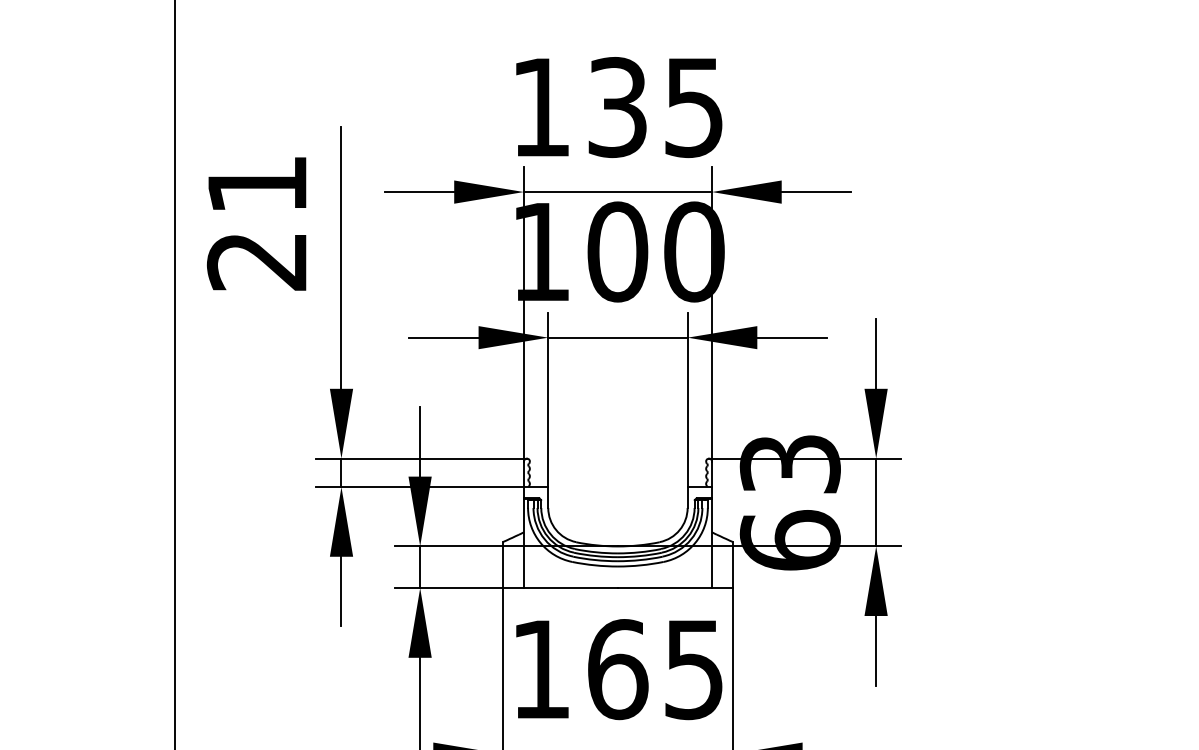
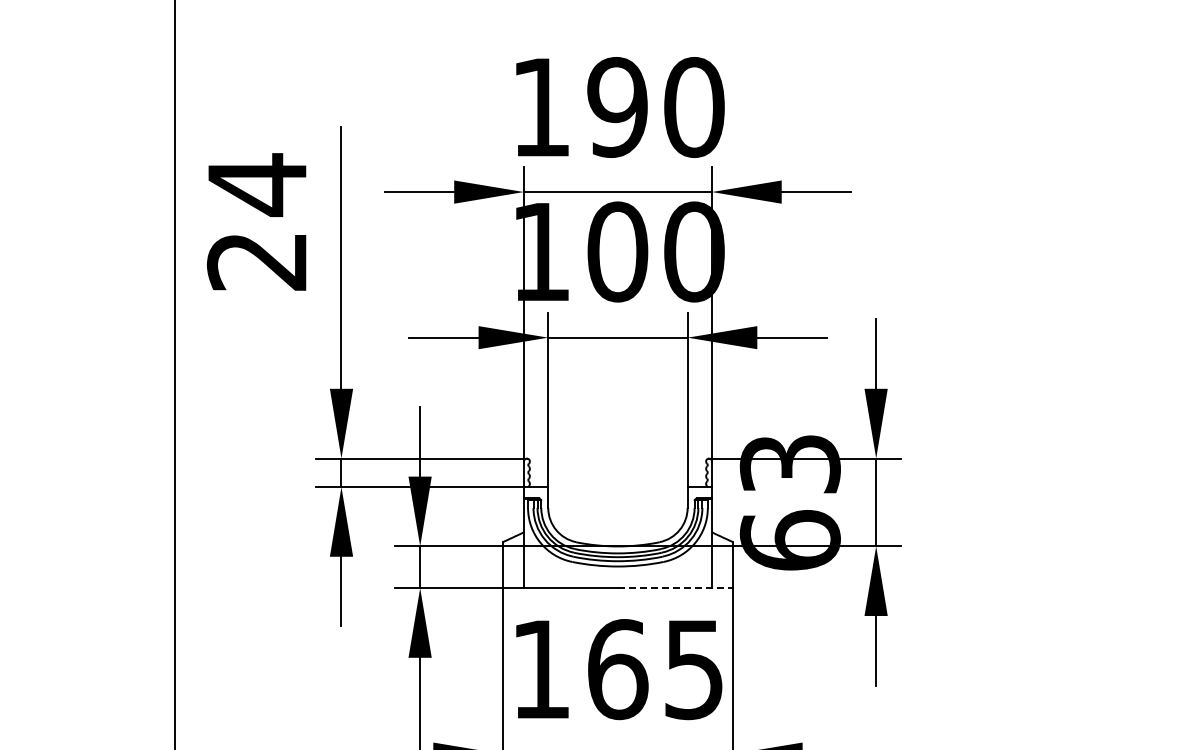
text at (655, 107): 135 -> 190
text at (257, 185): 21 -> 24
line at (675, 588): solid -> dashed
